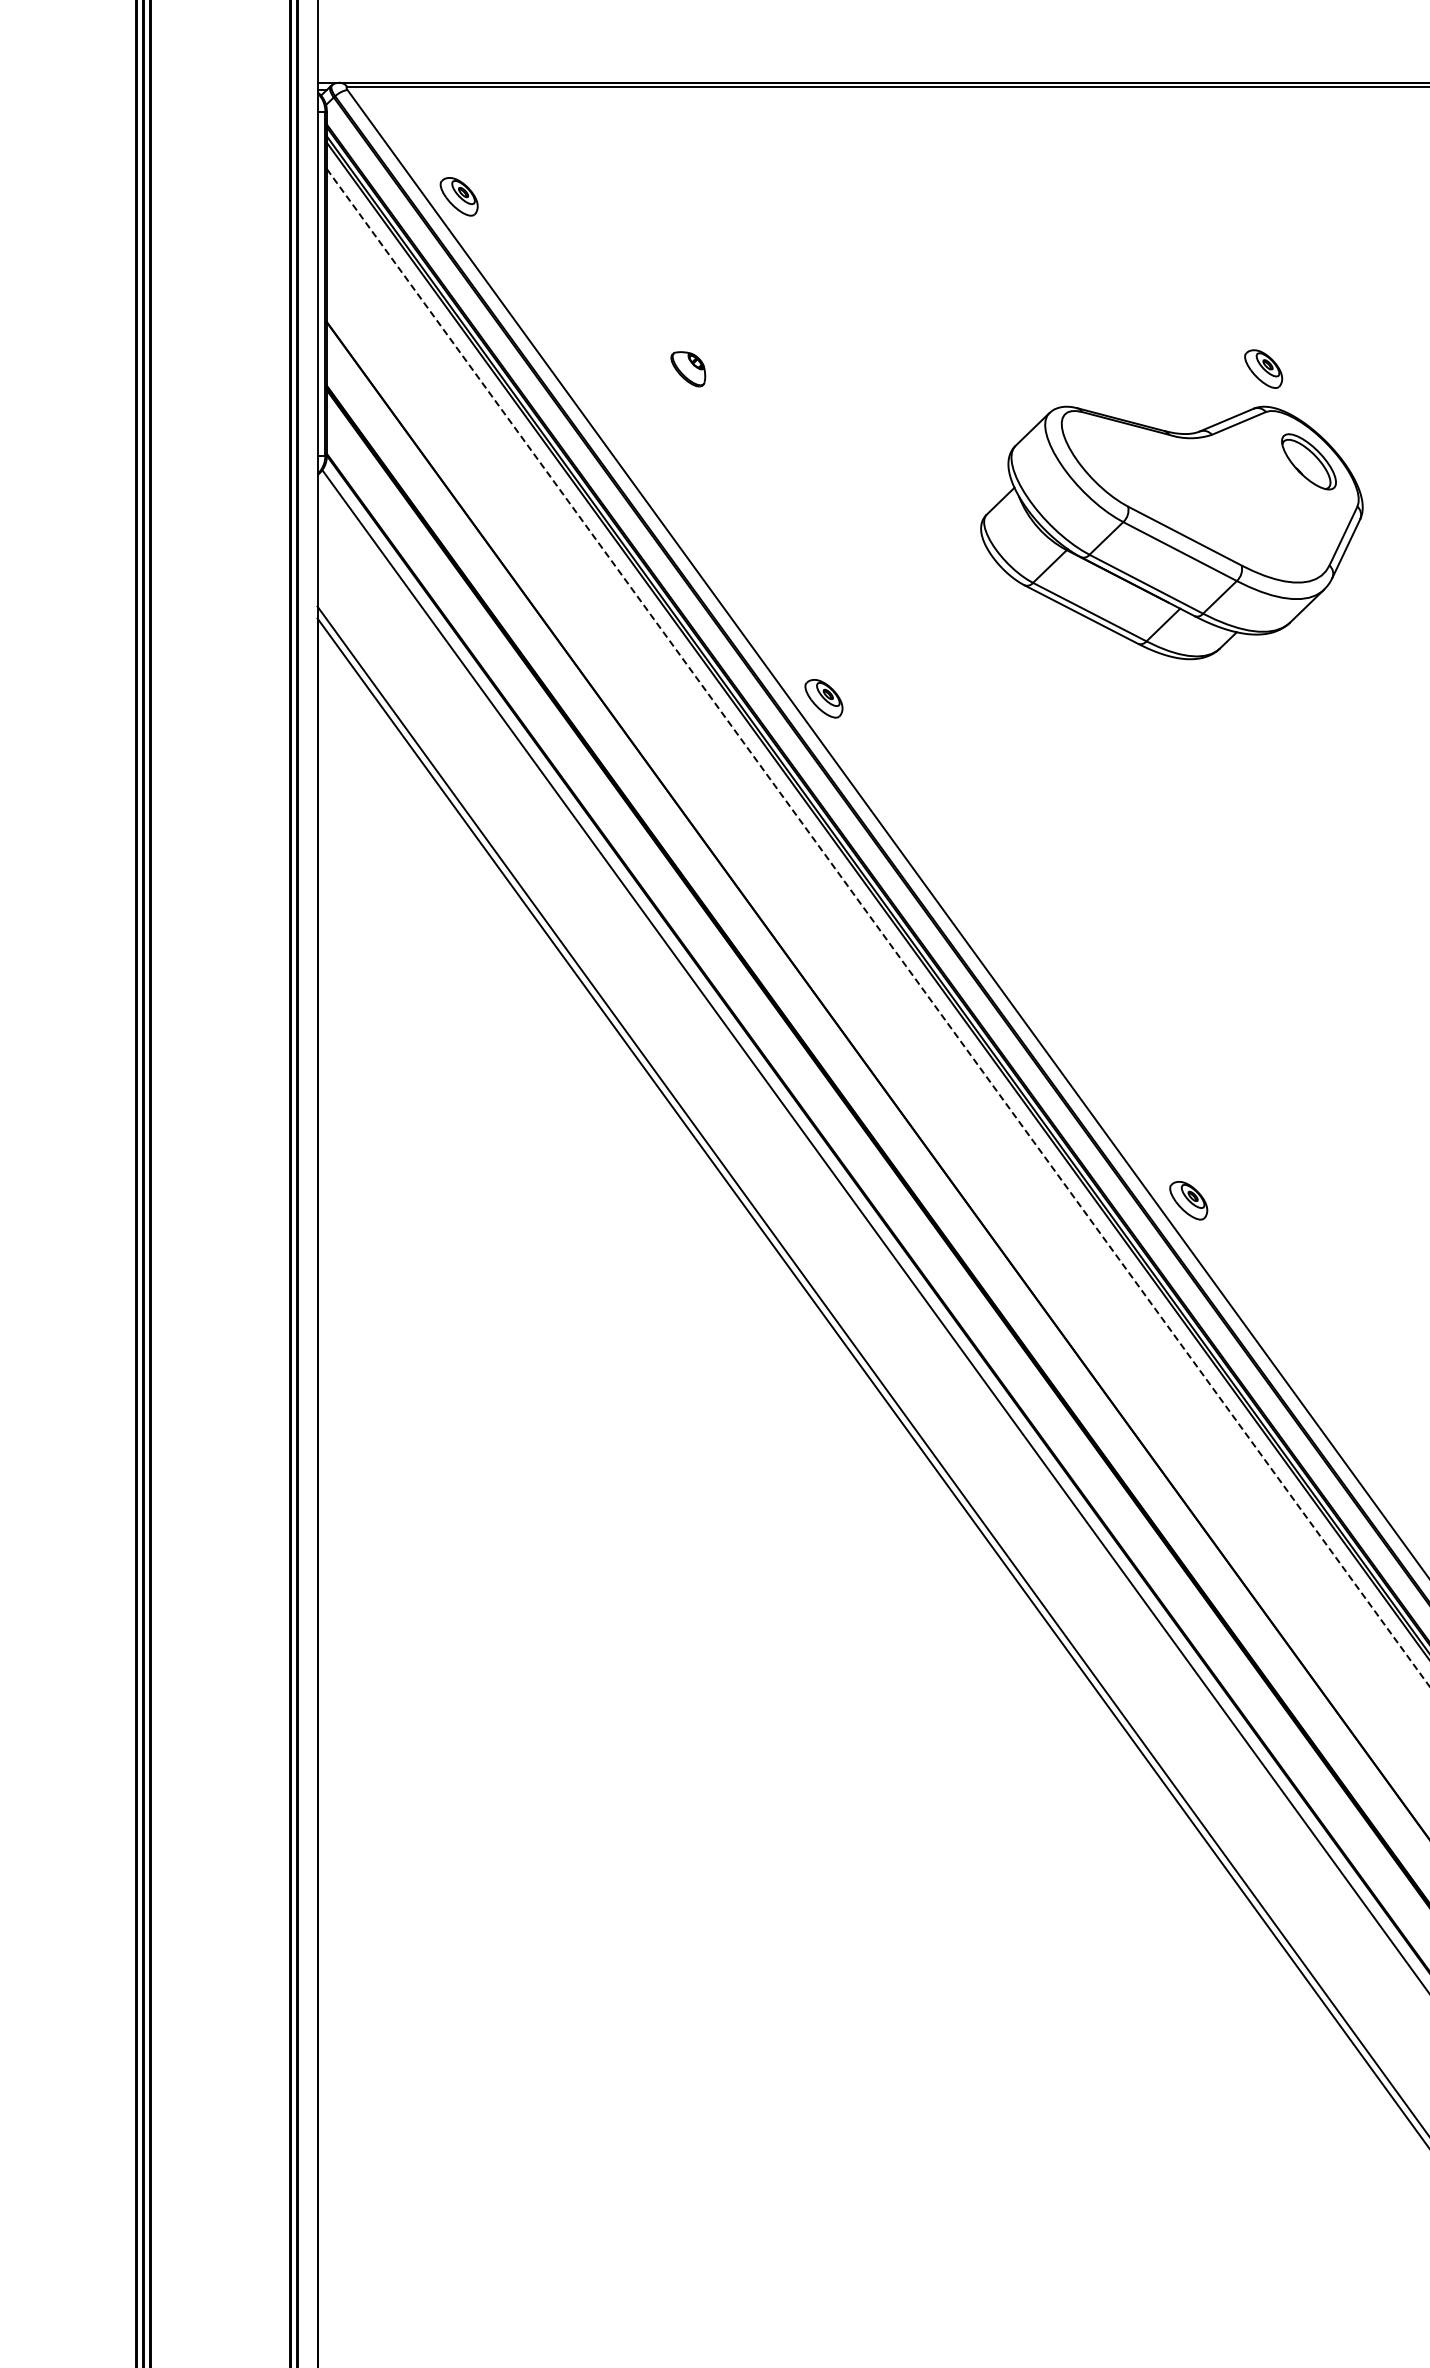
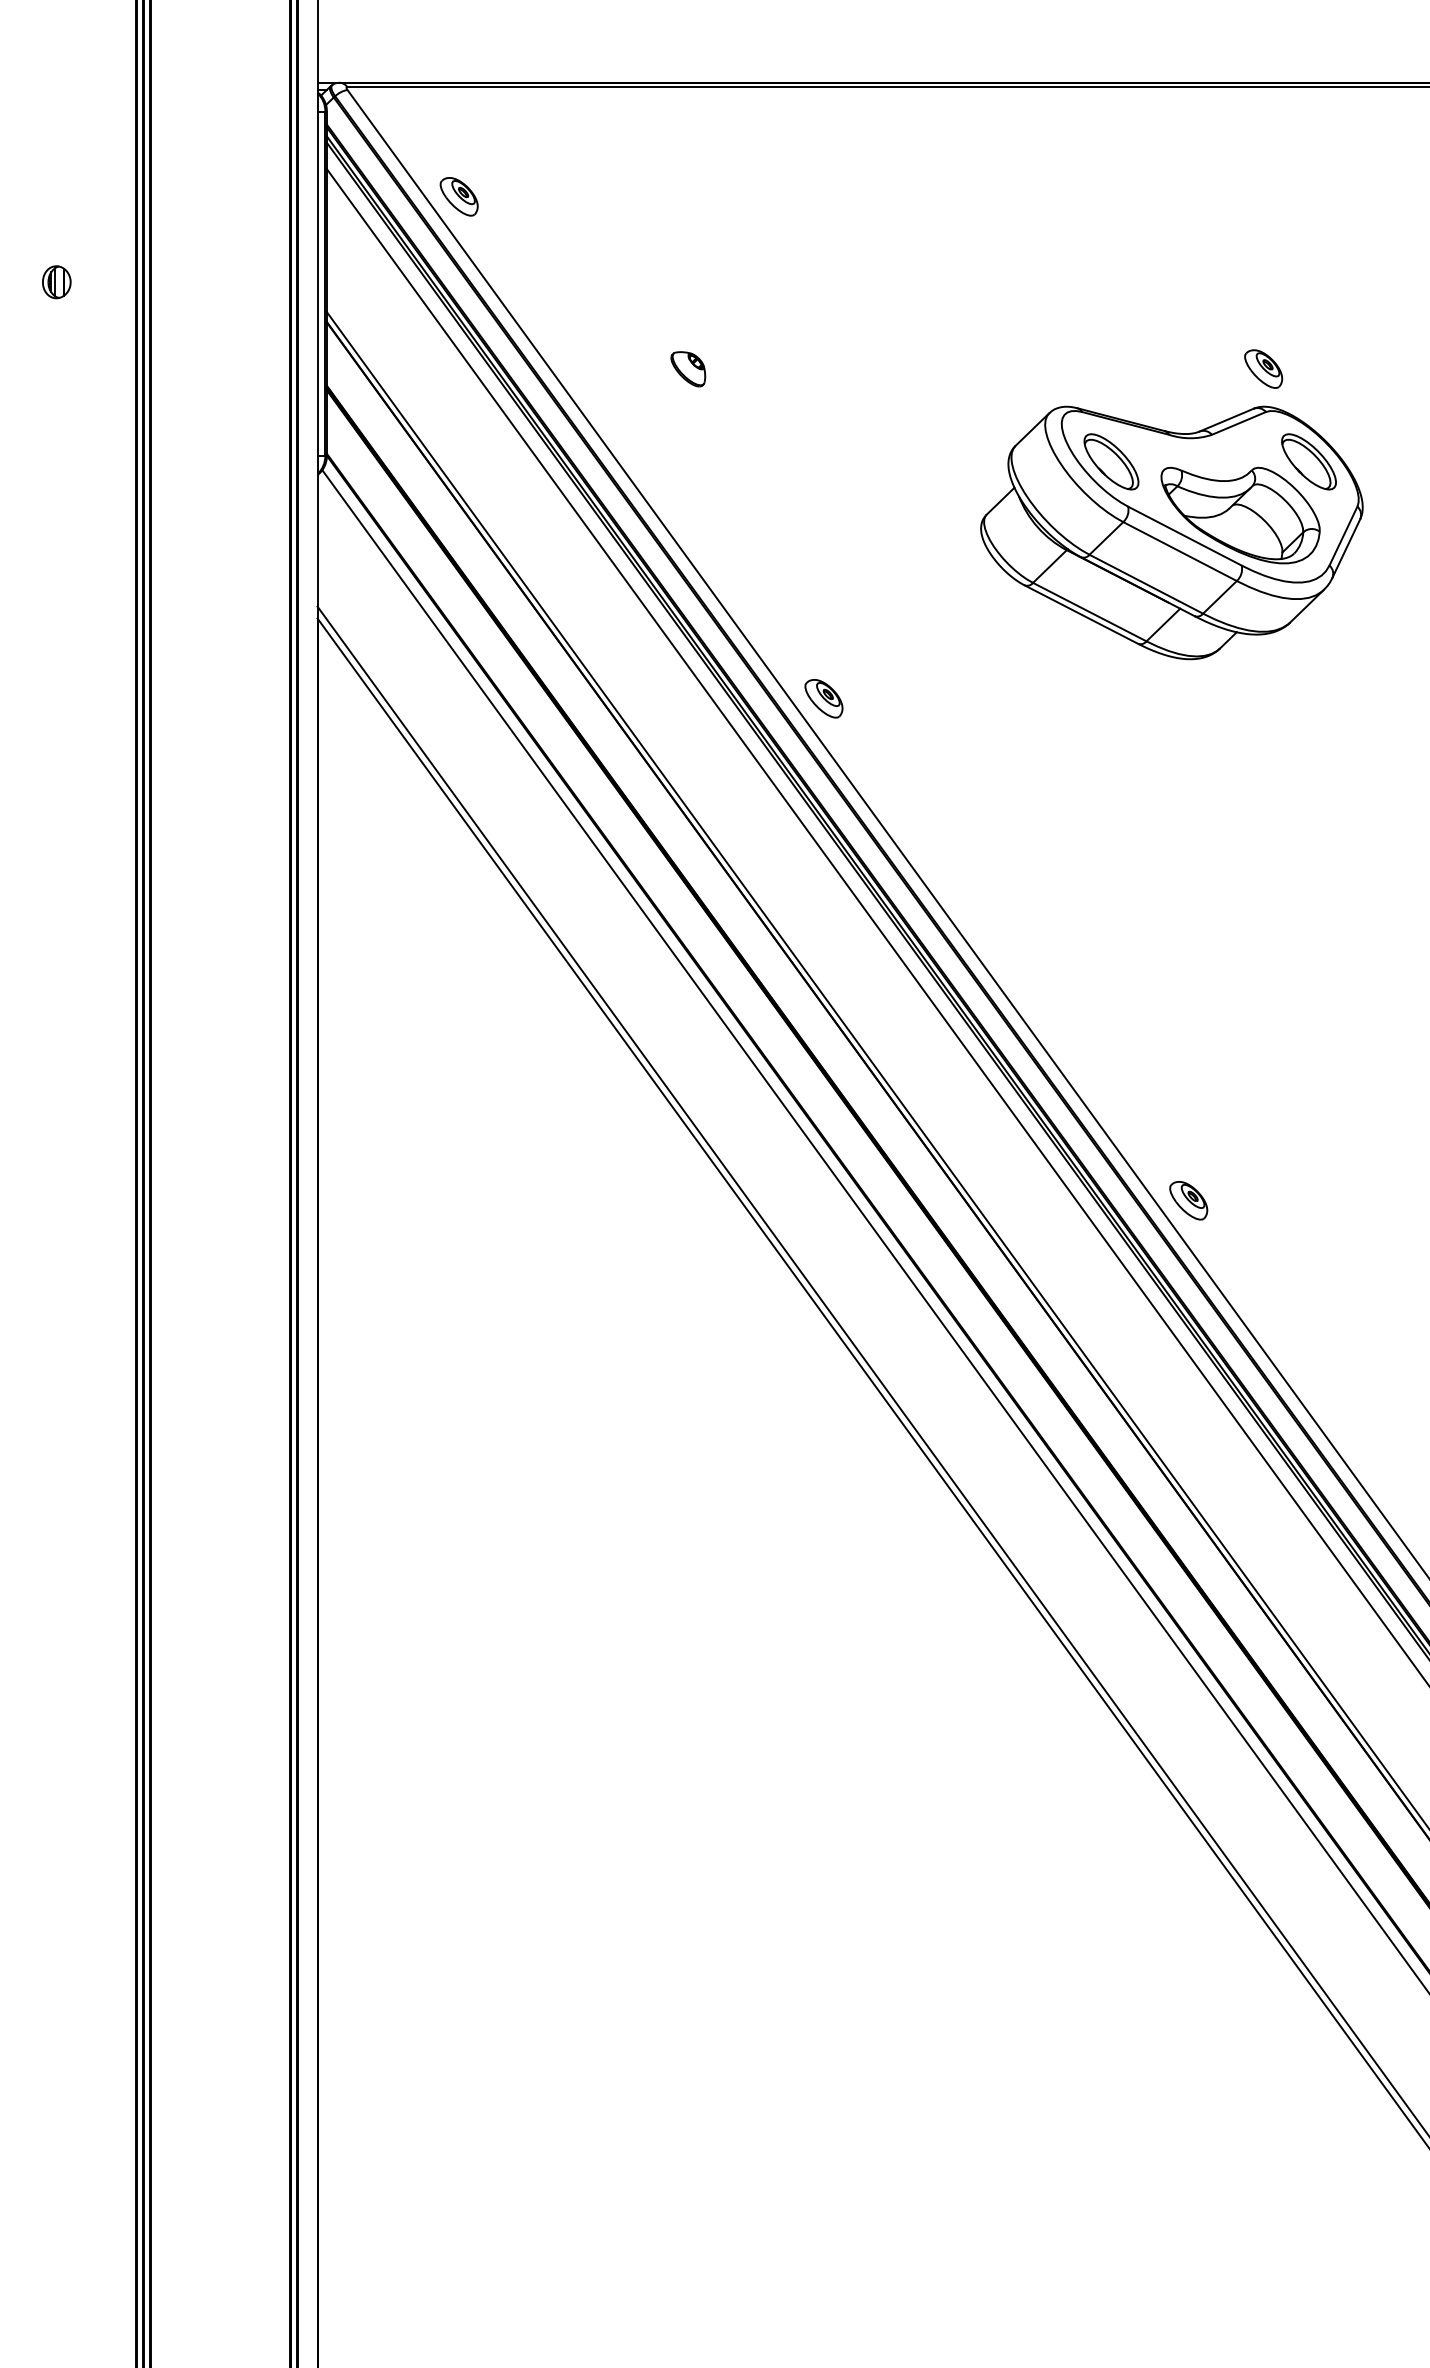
part at (56, 282): none -> present
part at (1111, 461): none -> present
part at (1240, 515): none -> present
line at (878, 927): dashed -> solid
line at (876, 1068): none -> present
